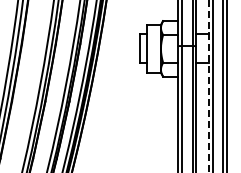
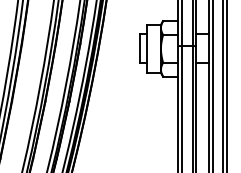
line at (208, 86): dashed -> solid
